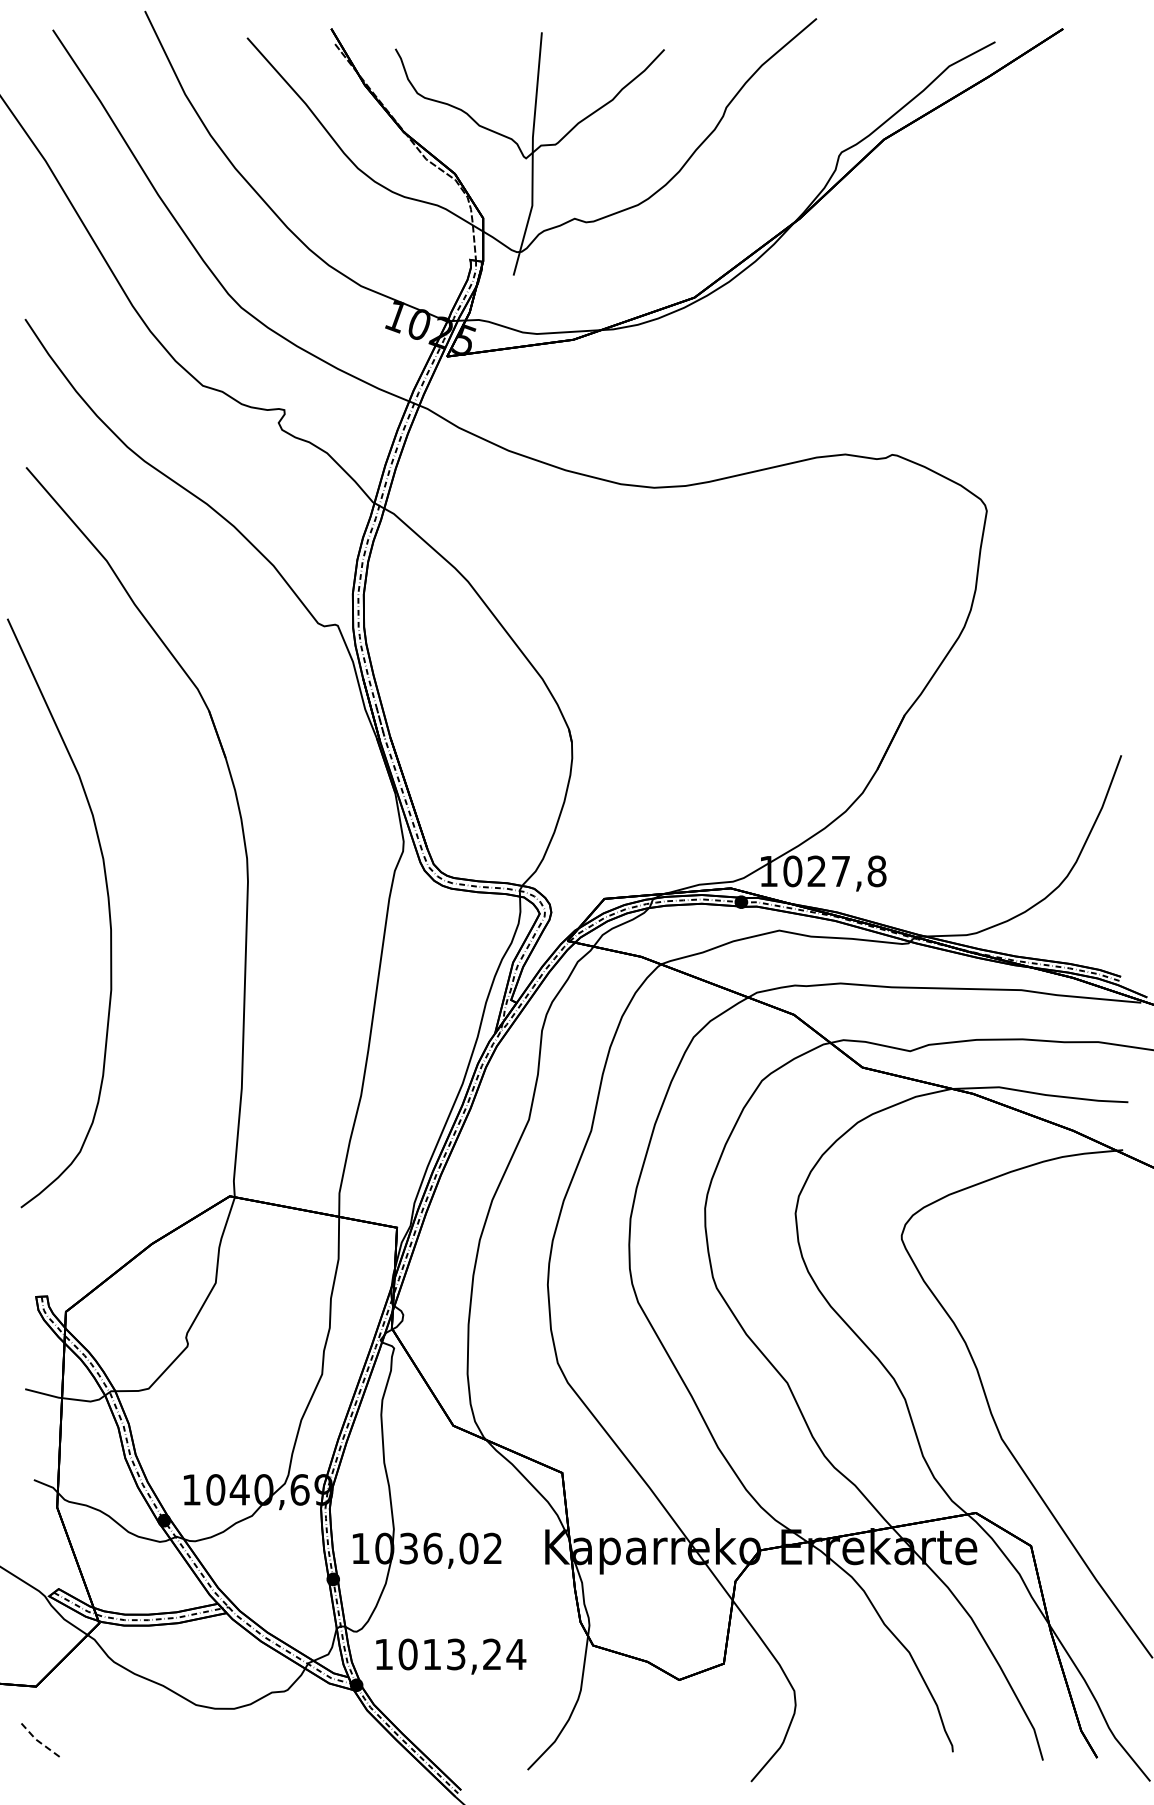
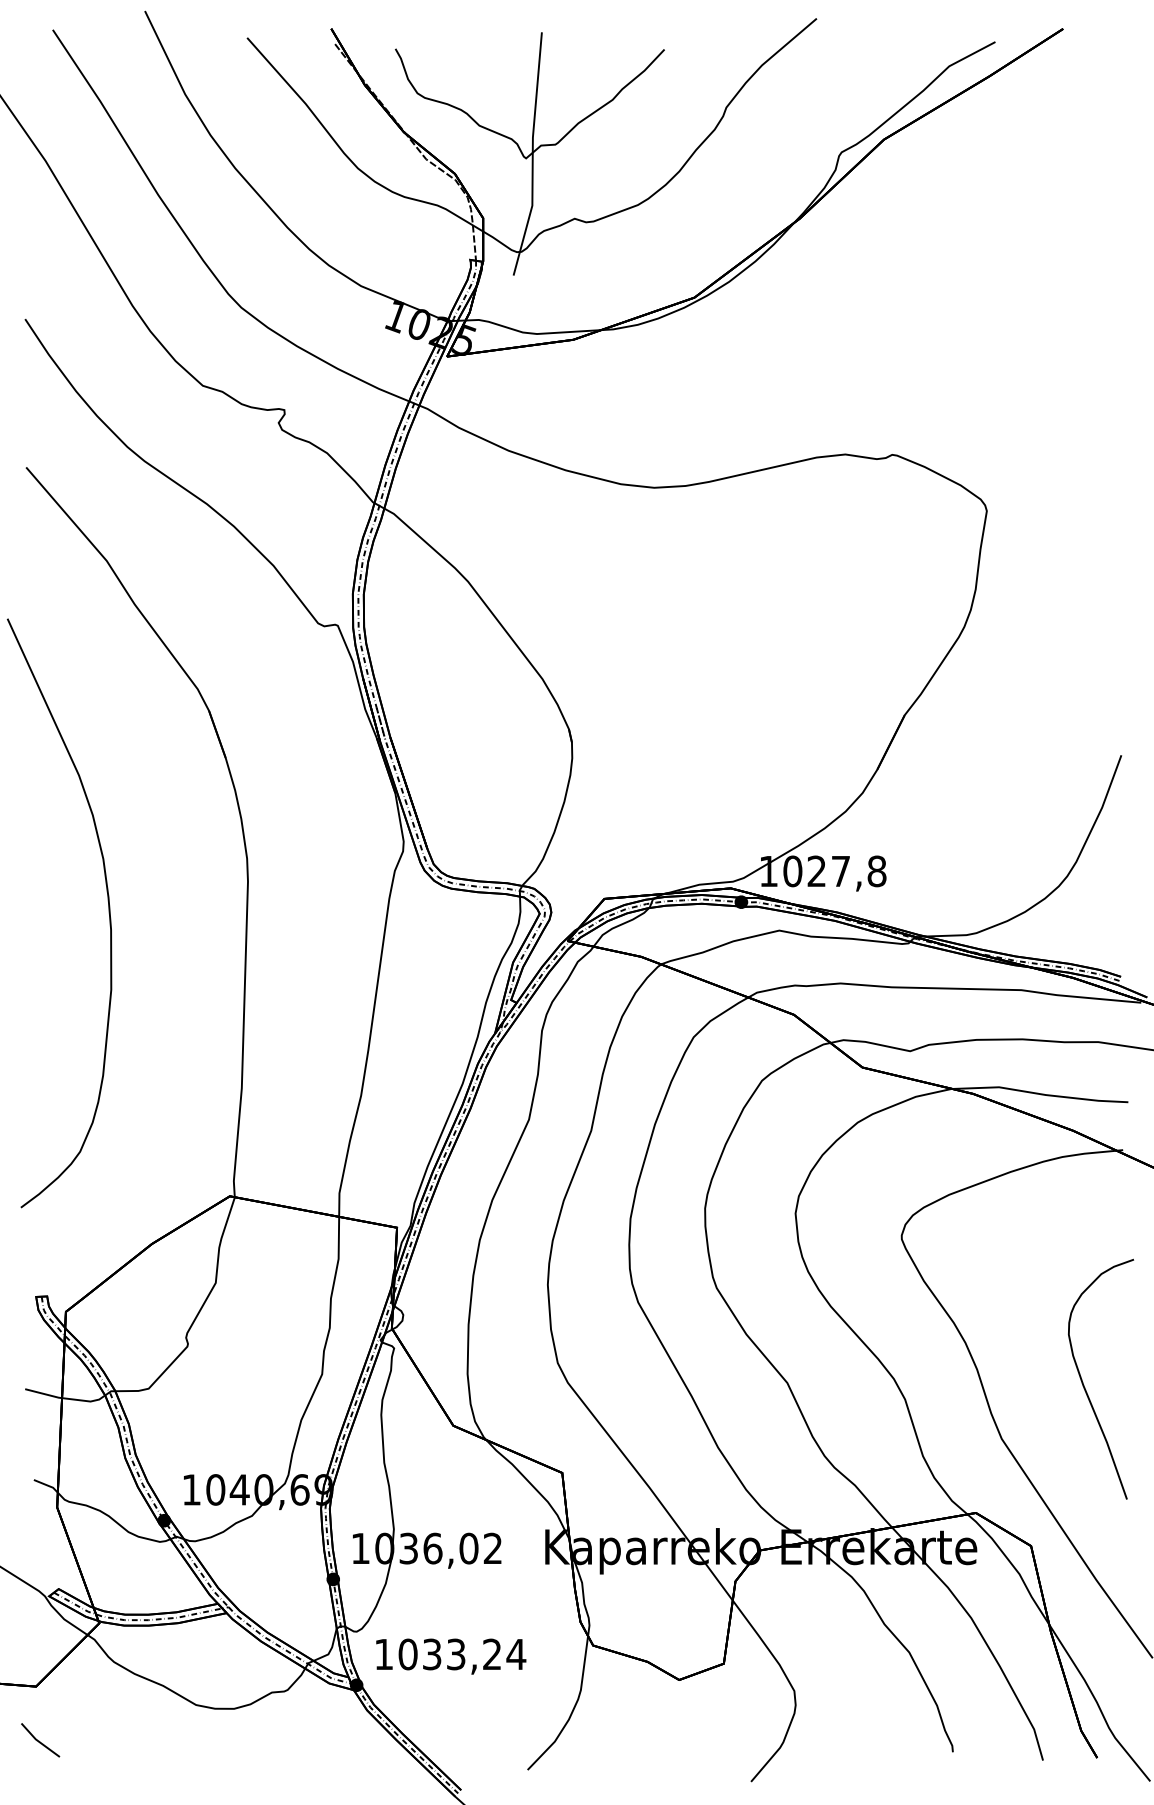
curve at (1085, 1387): none -> present
text at (432, 1654): 1013,24 -> 1033,24
line at (39, 1741): dashed -> solid
